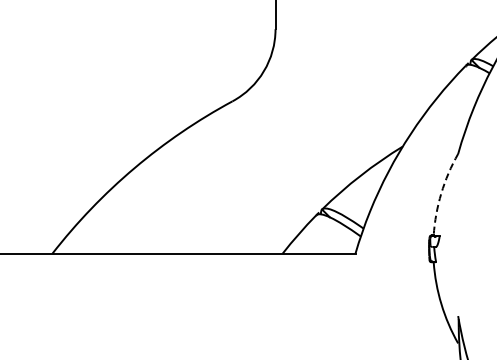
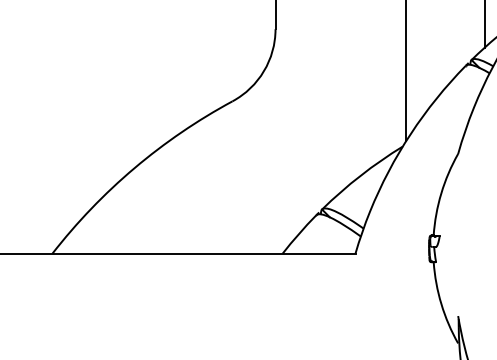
line at (484, 24): none -> present
line at (405, 71): none -> present
arc at (441, 193): dashed -> solid
